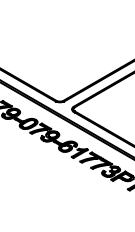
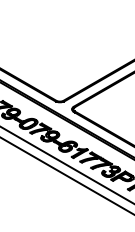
line at (66, 164): none -> present
line at (66, 175): none -> present
